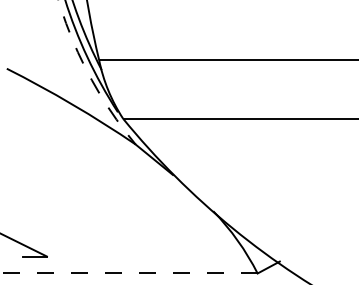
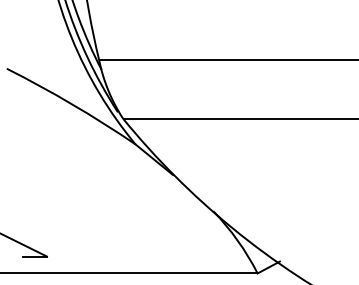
arc at (90, 76): dashed -> solid
line at (128, 273): dashed -> solid
